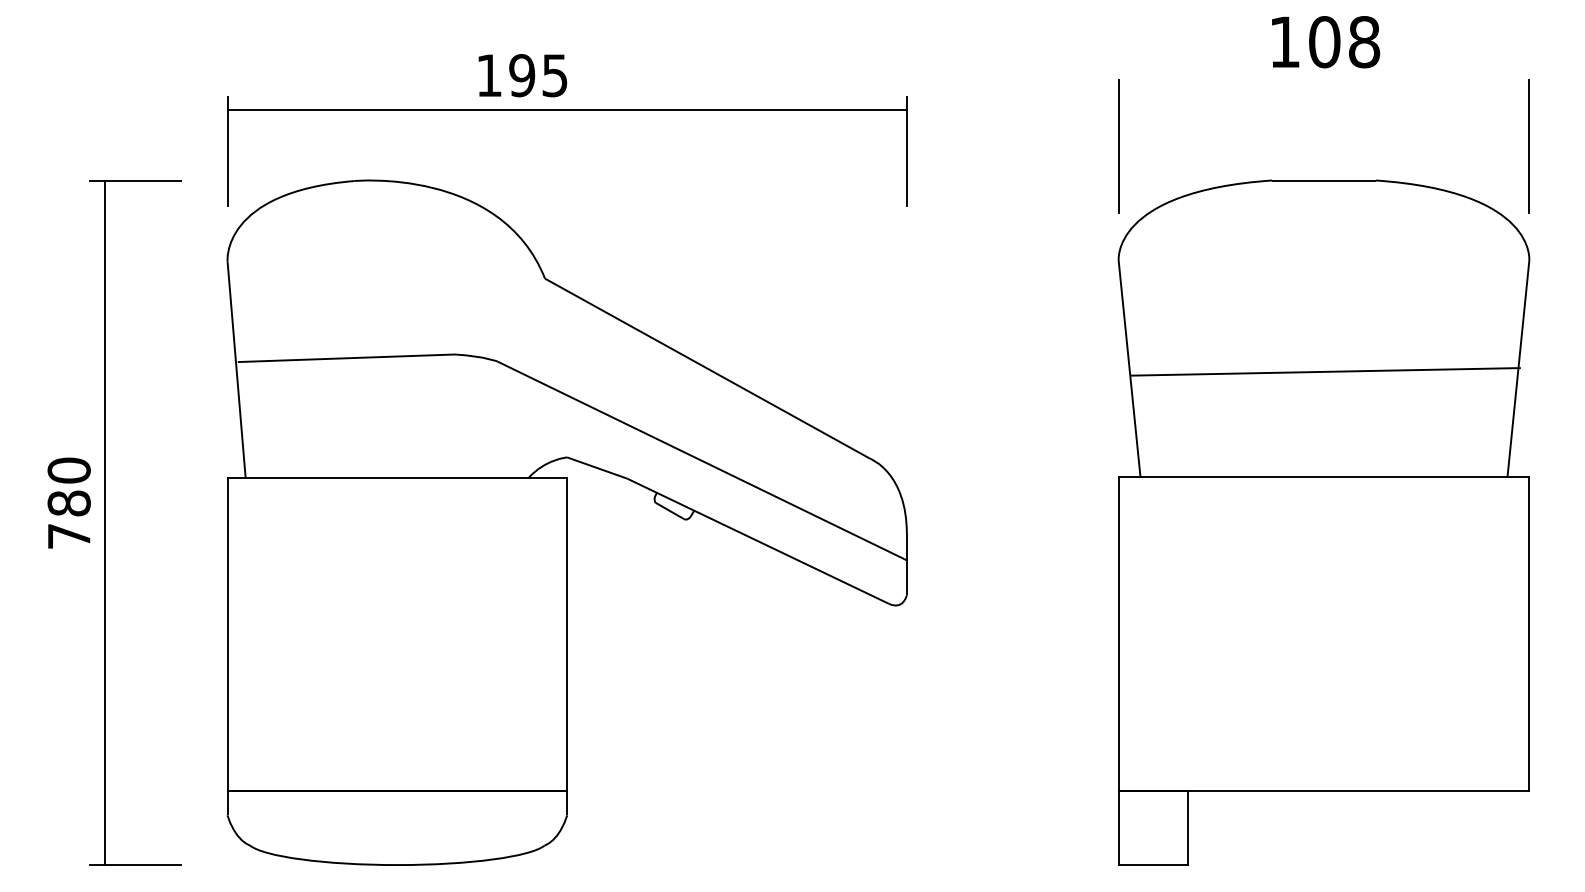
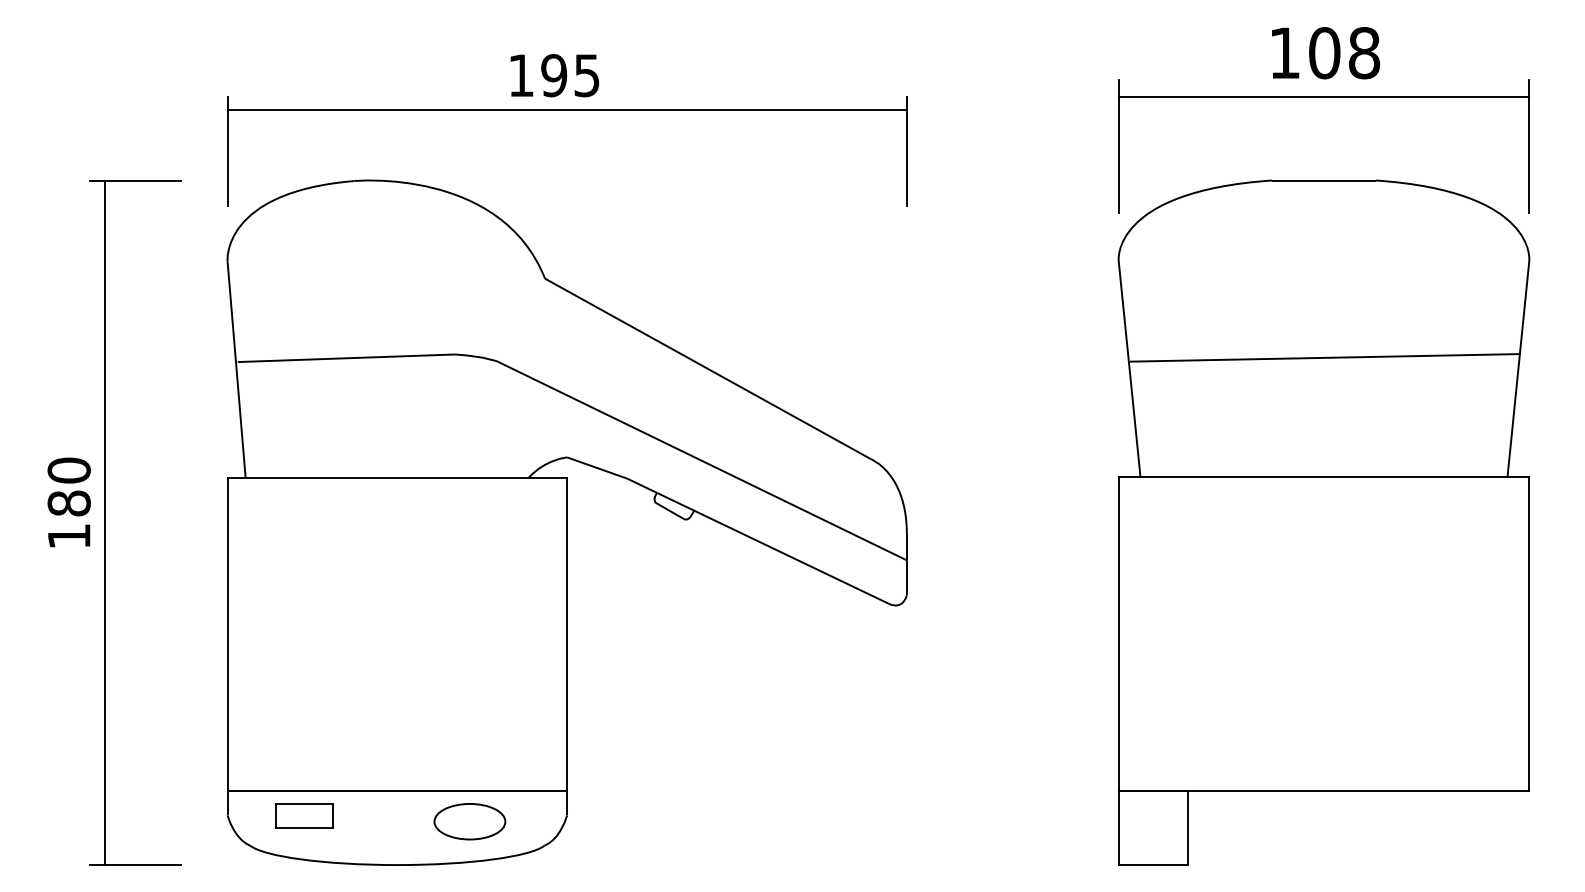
text at (1326, 42) position: (1326, 42) -> (1326, 53)
text at (522, 75) position: (522, 75) -> (554, 75)
line at (1323, 96): none -> present
line at (1325, 371) position: (1325, 371) -> (1325, 357)
text at (69, 536): 780 -> 180
part at (304, 815): none -> present
part at (469, 821): none -> present
